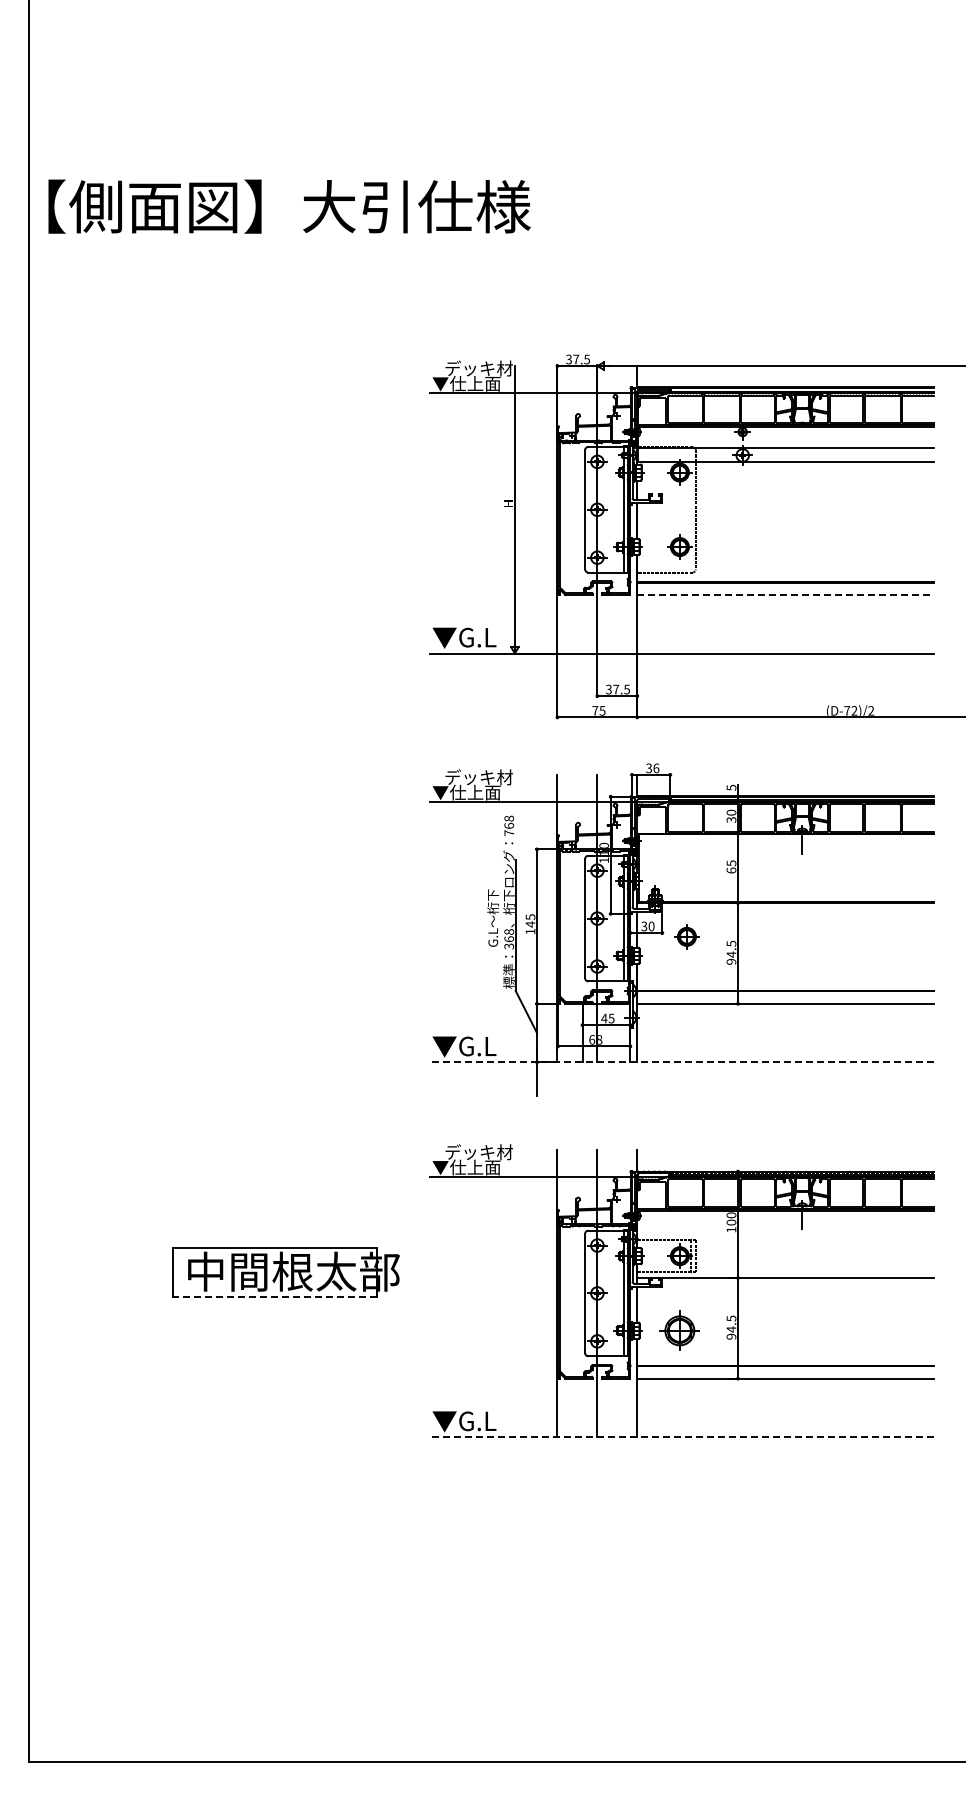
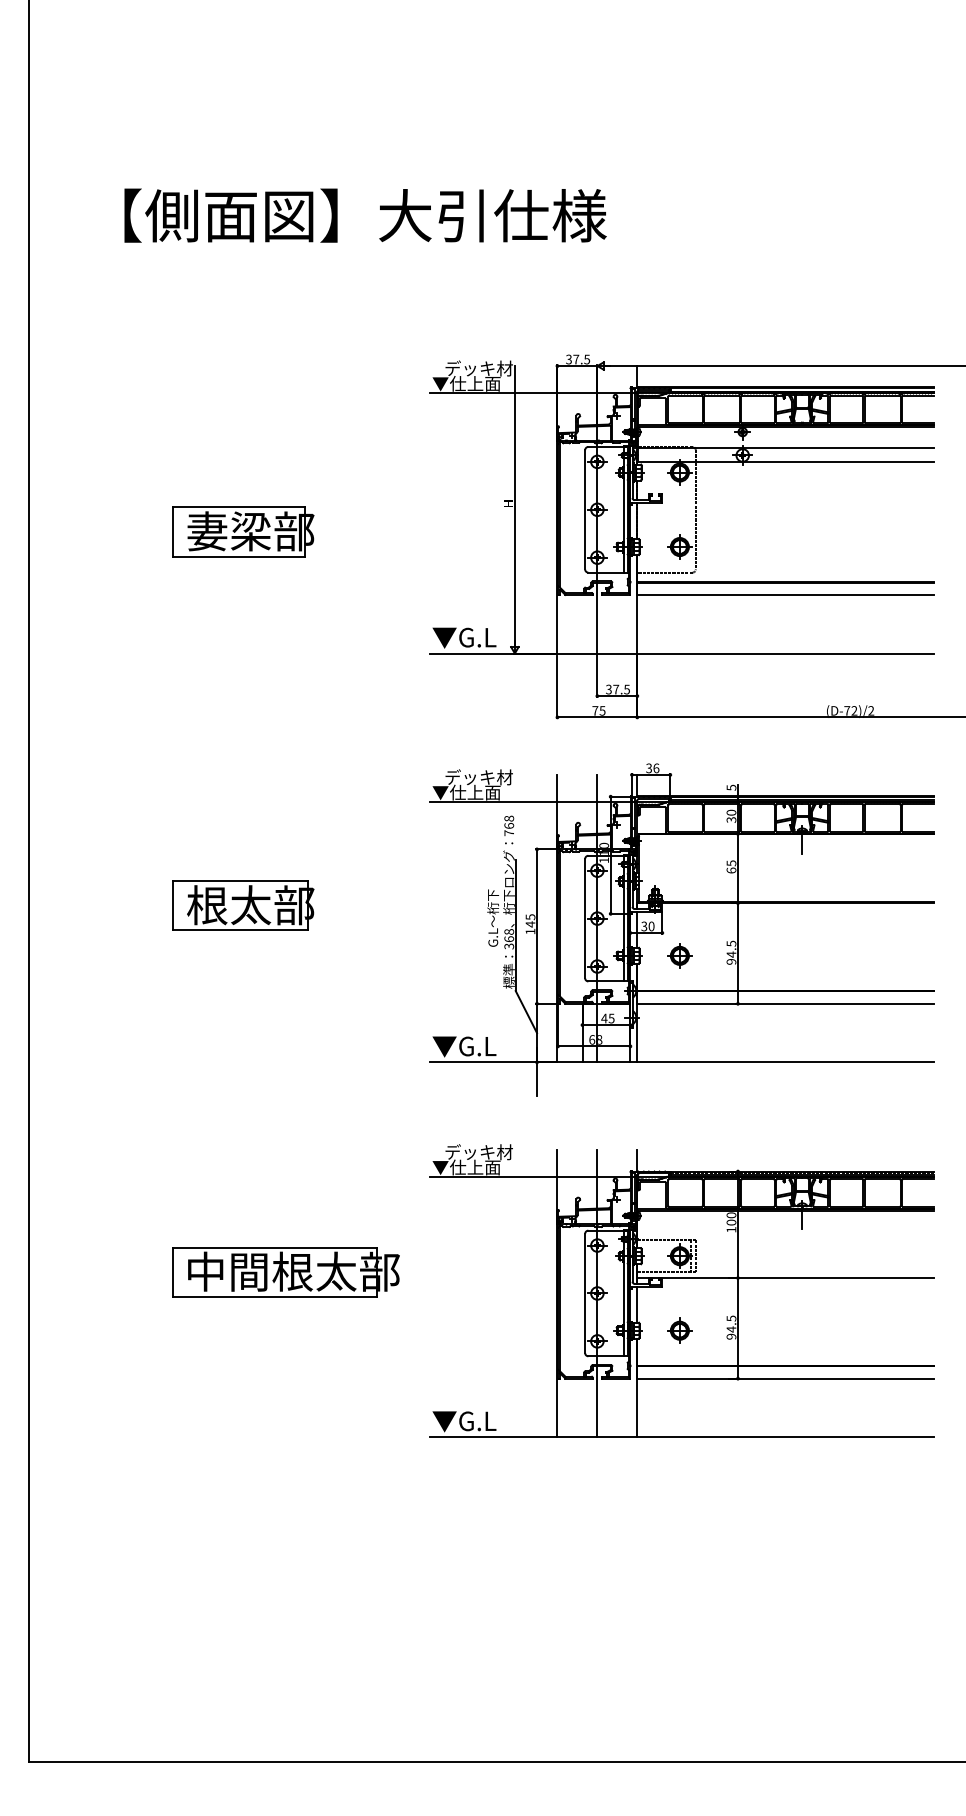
text at (289, 206) position: (289, 206) -> (365, 215)
part at (243, 531): none -> present
line at (786, 594): dashed -> solid
part at (243, 905): none -> present
part at (686, 936) position: (686, 936) -> (679, 955)
line at (681, 1062): dashed -> solid
line at (274, 1296): dashed -> solid
part at (679, 1330) size: 41x41 px -> 26x27 px
line at (681, 1437): dashed -> solid
